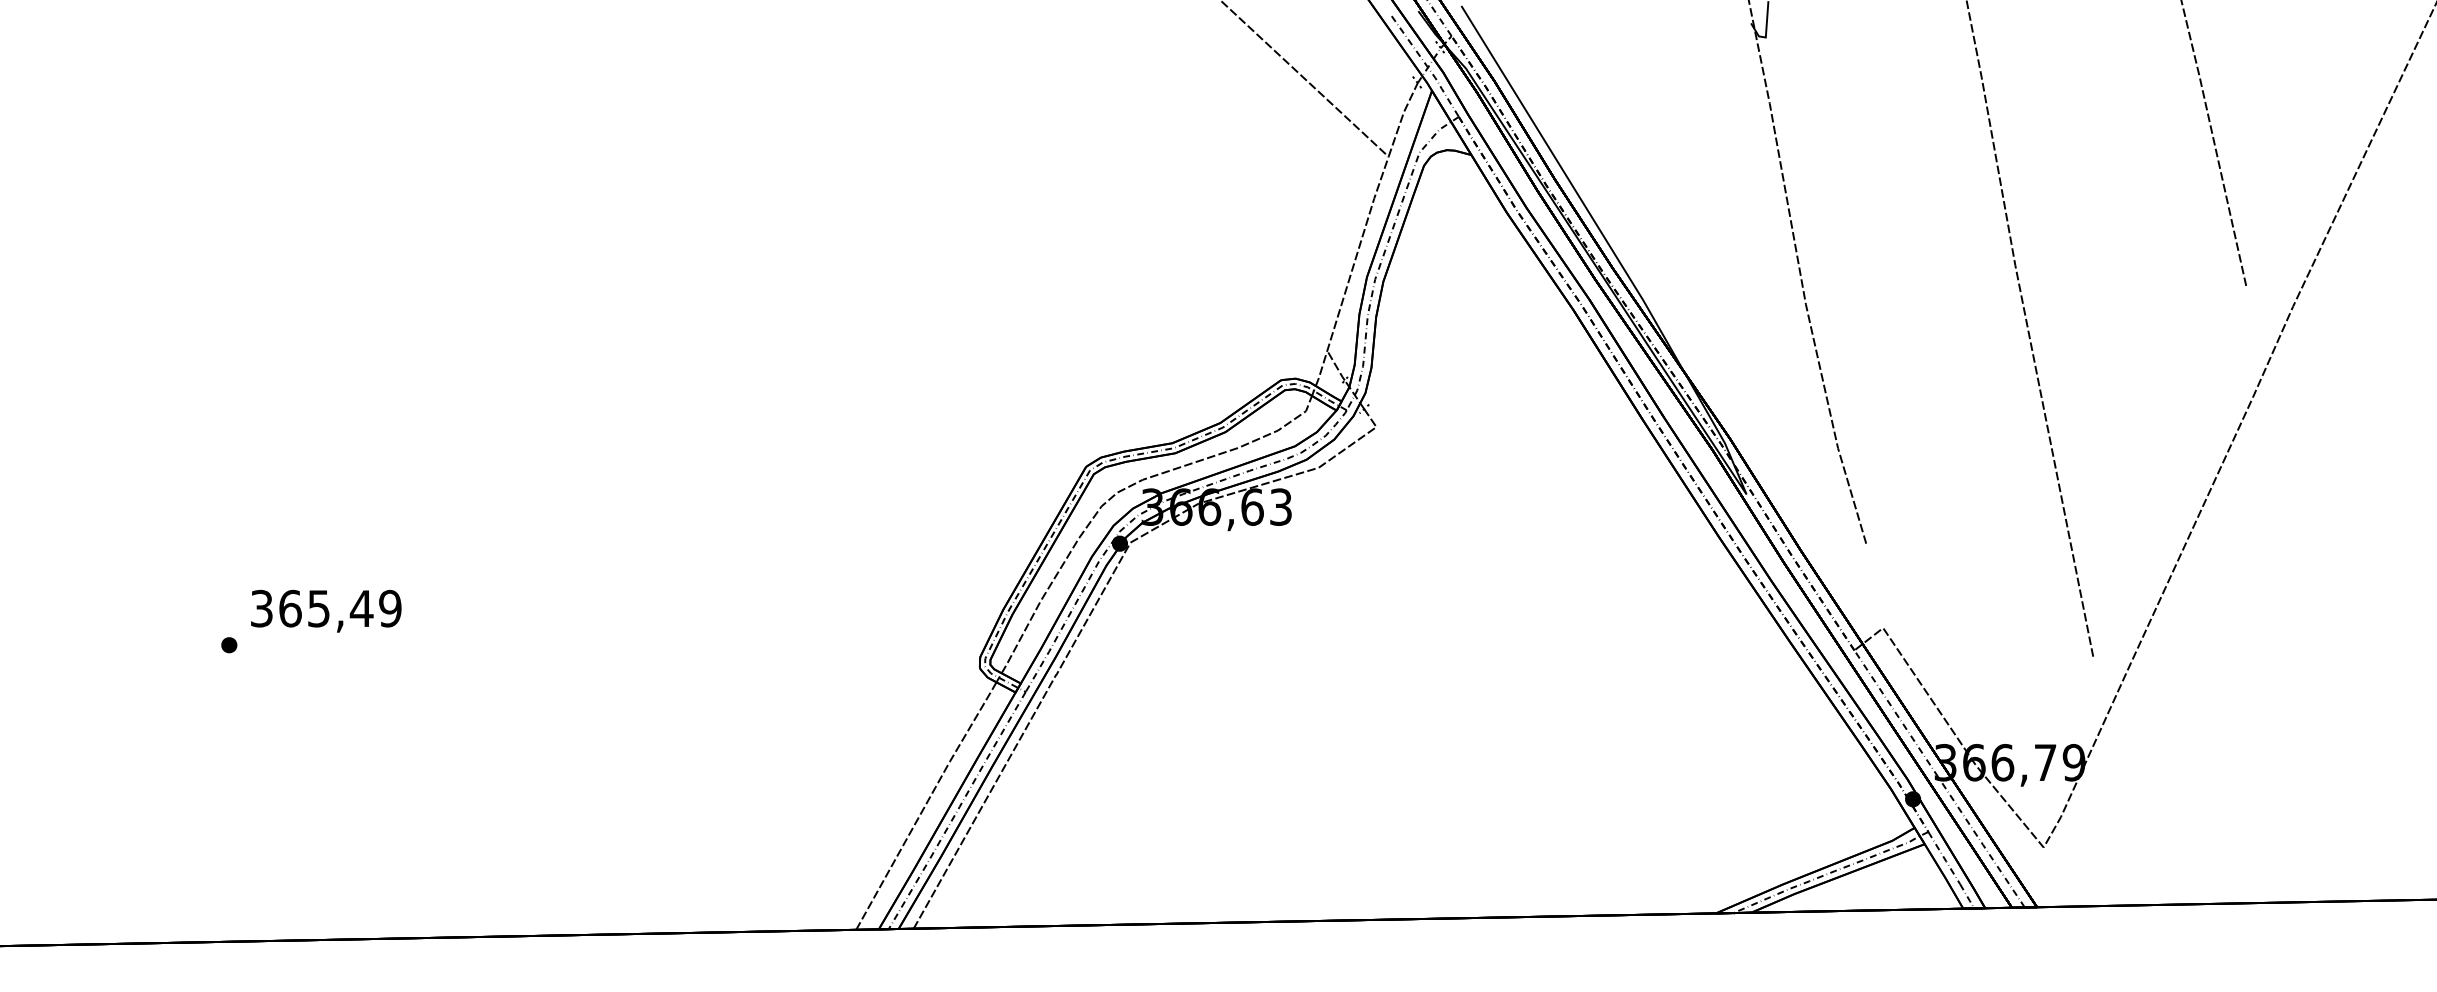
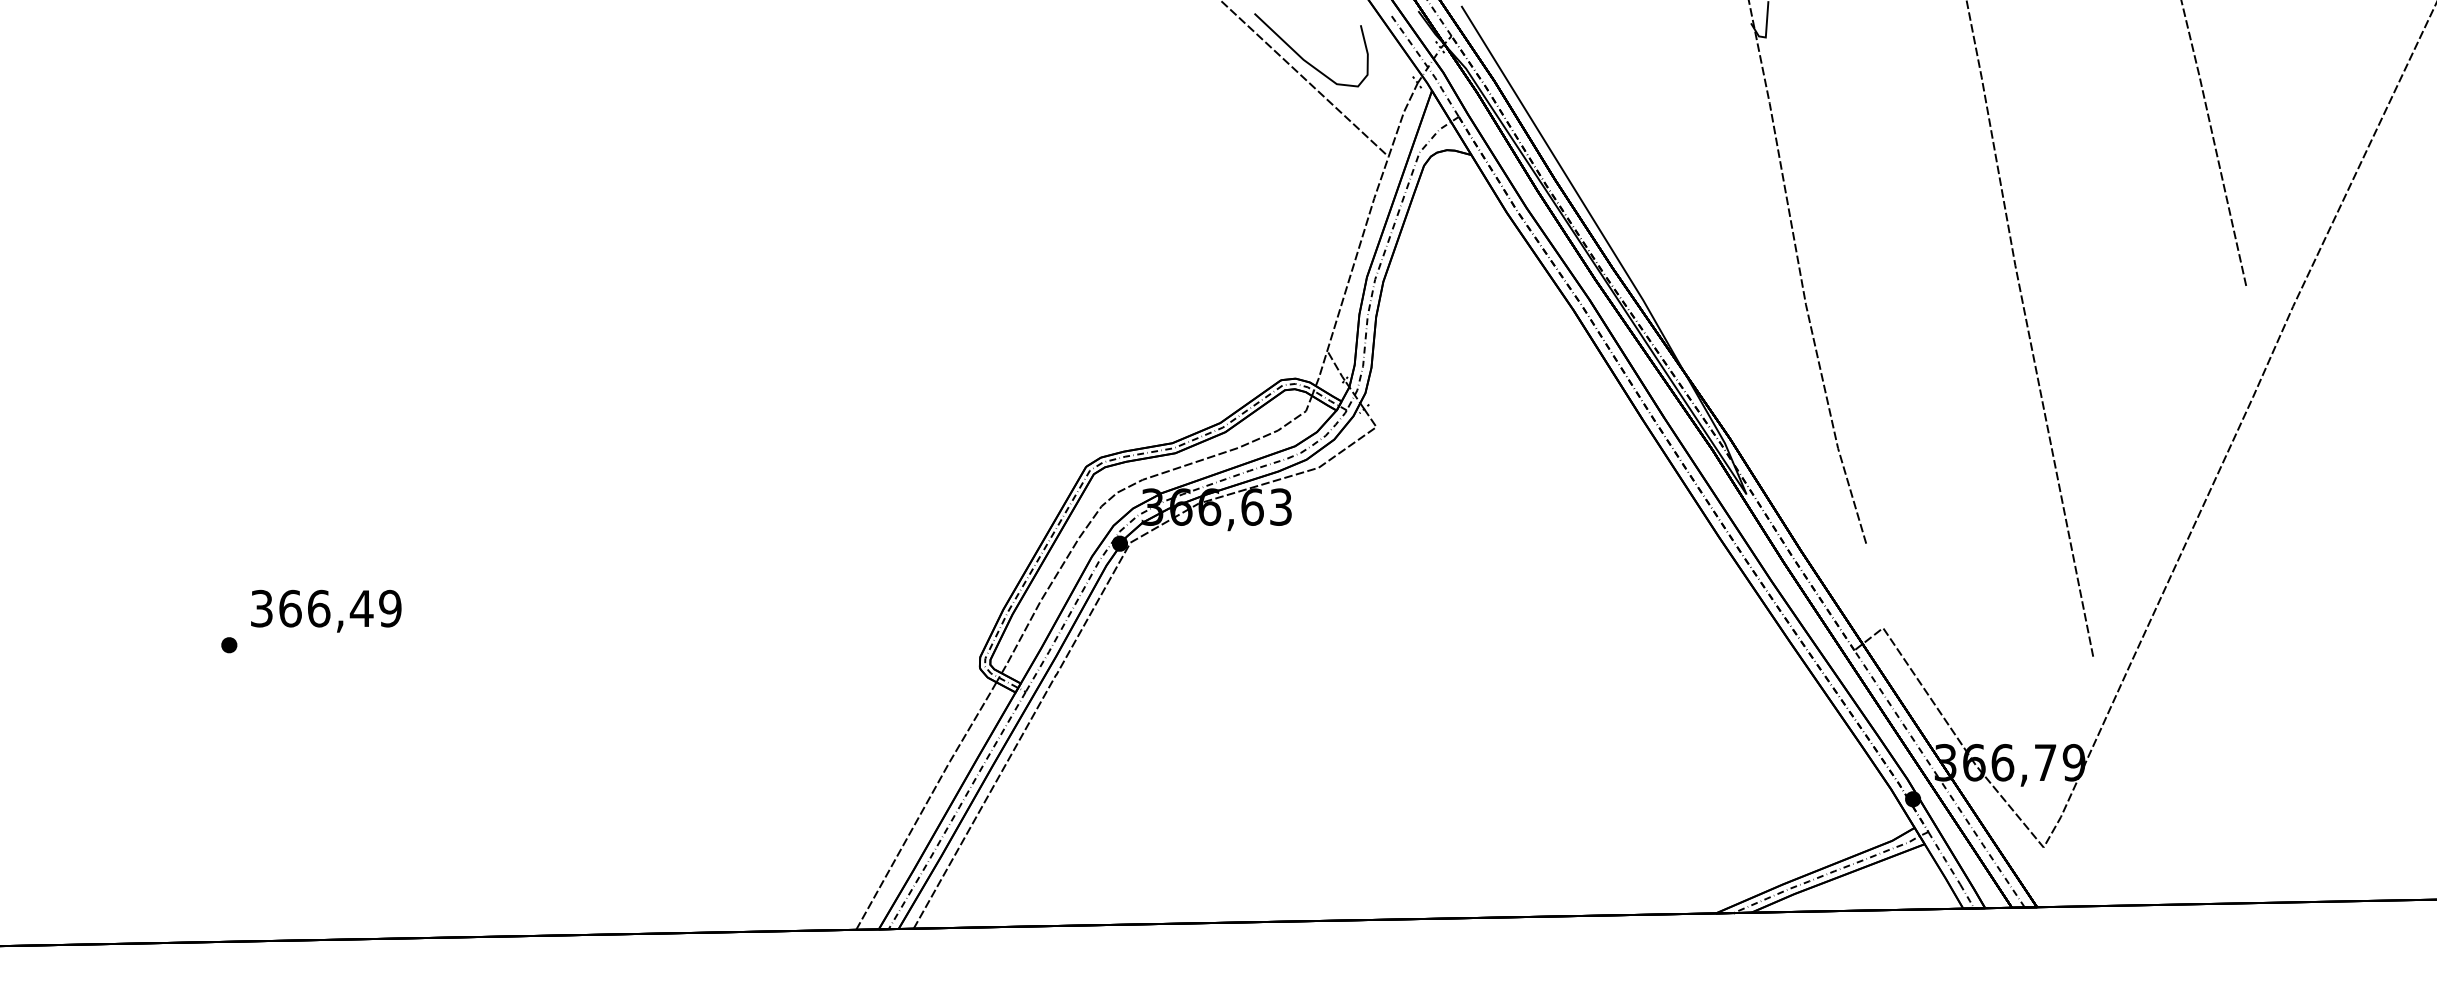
curve at (1306, 60): none -> present
text at (319, 608): 365,49 -> 366,49
